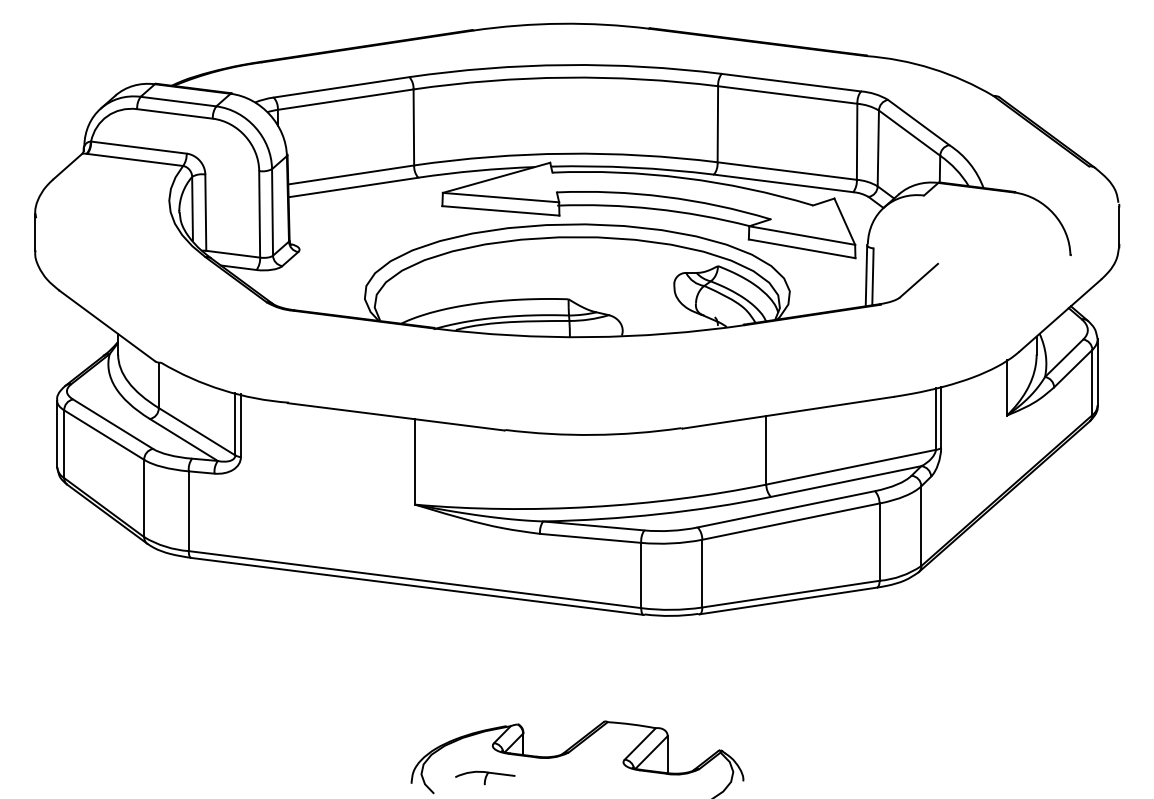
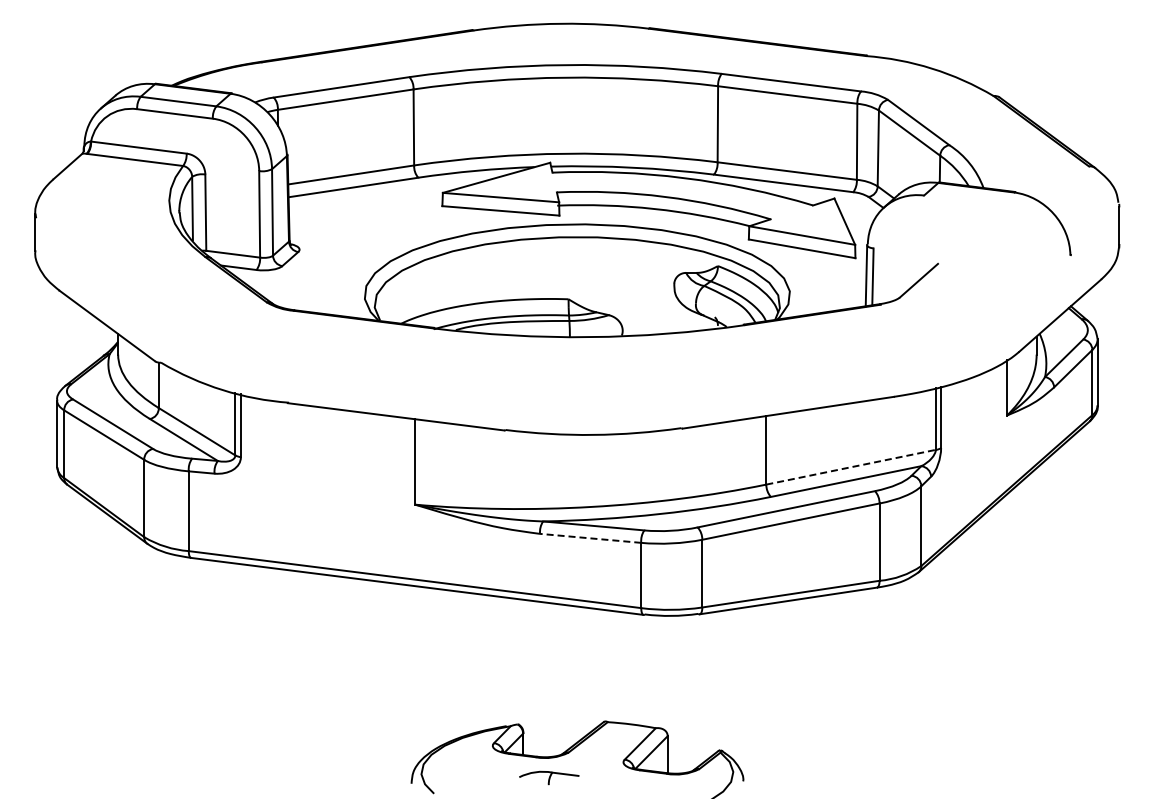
line at (851, 467): solid -> dashed
line at (590, 538): solid -> dashed
part at (485, 777) position: (485, 777) -> (549, 777)
